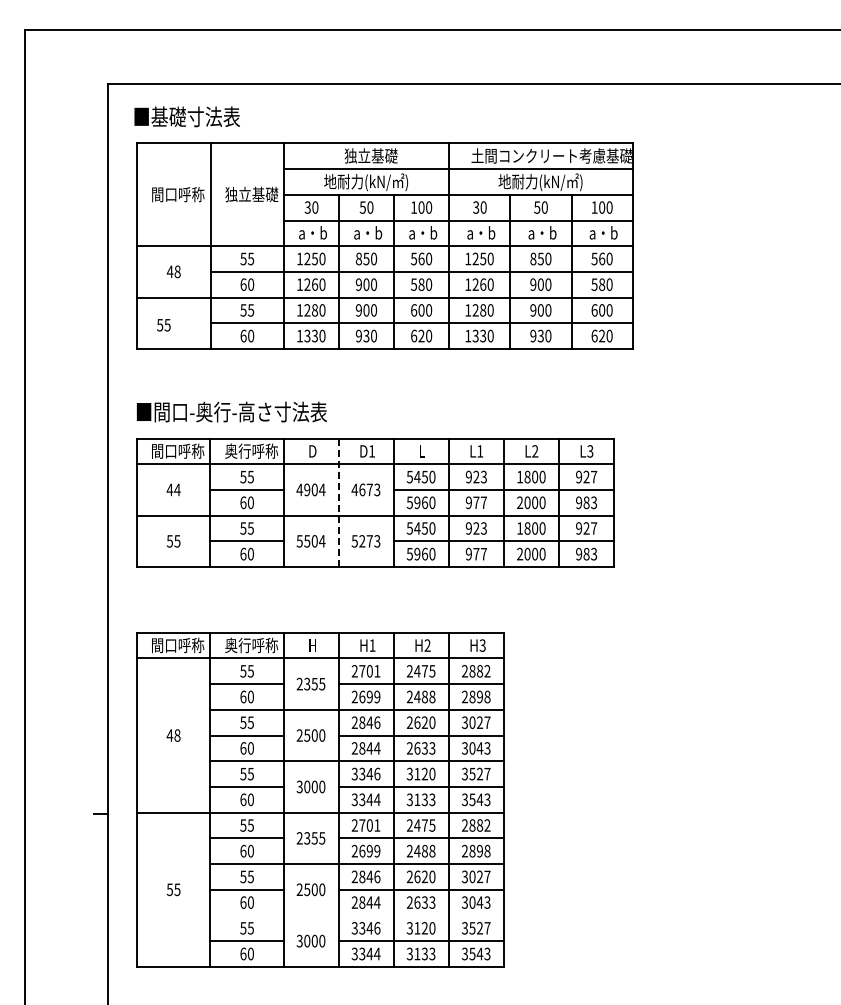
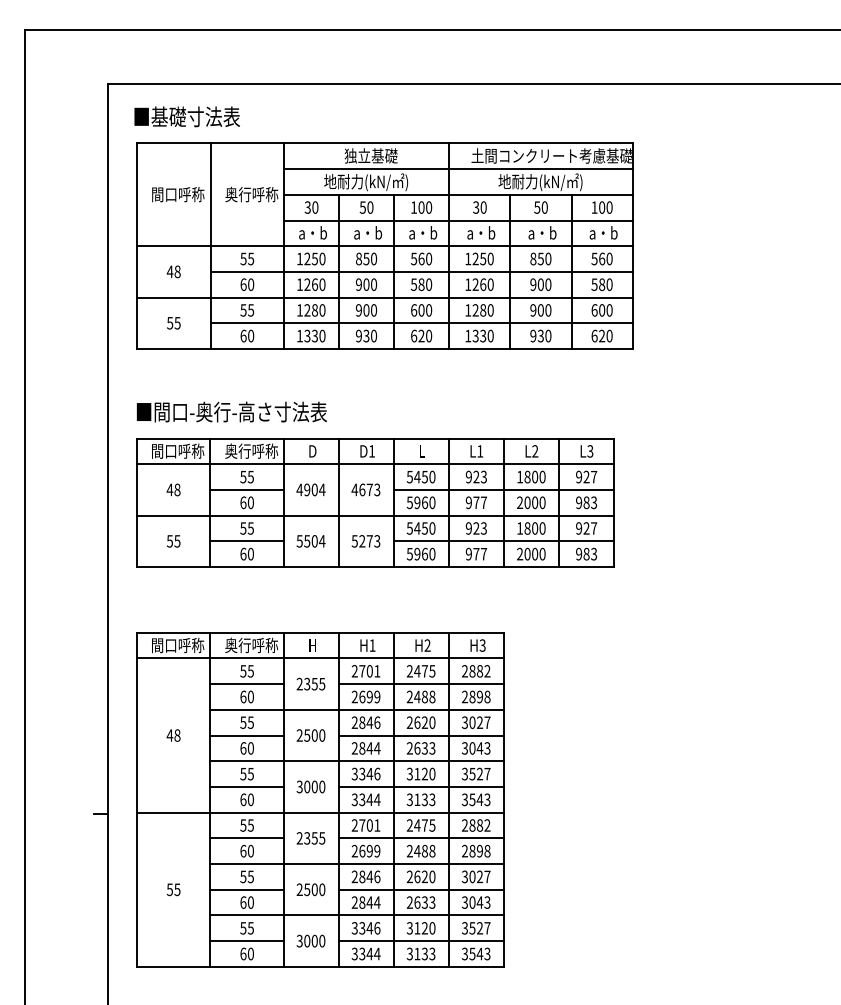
text at (251, 194): 独立基礎 -> 奥行呼称
text at (163, 325) position: (163, 325) -> (173, 323)
text at (177, 489): 44 -> 48
line at (338, 503): dashed -> solid
line at (357, 915): none -> present
